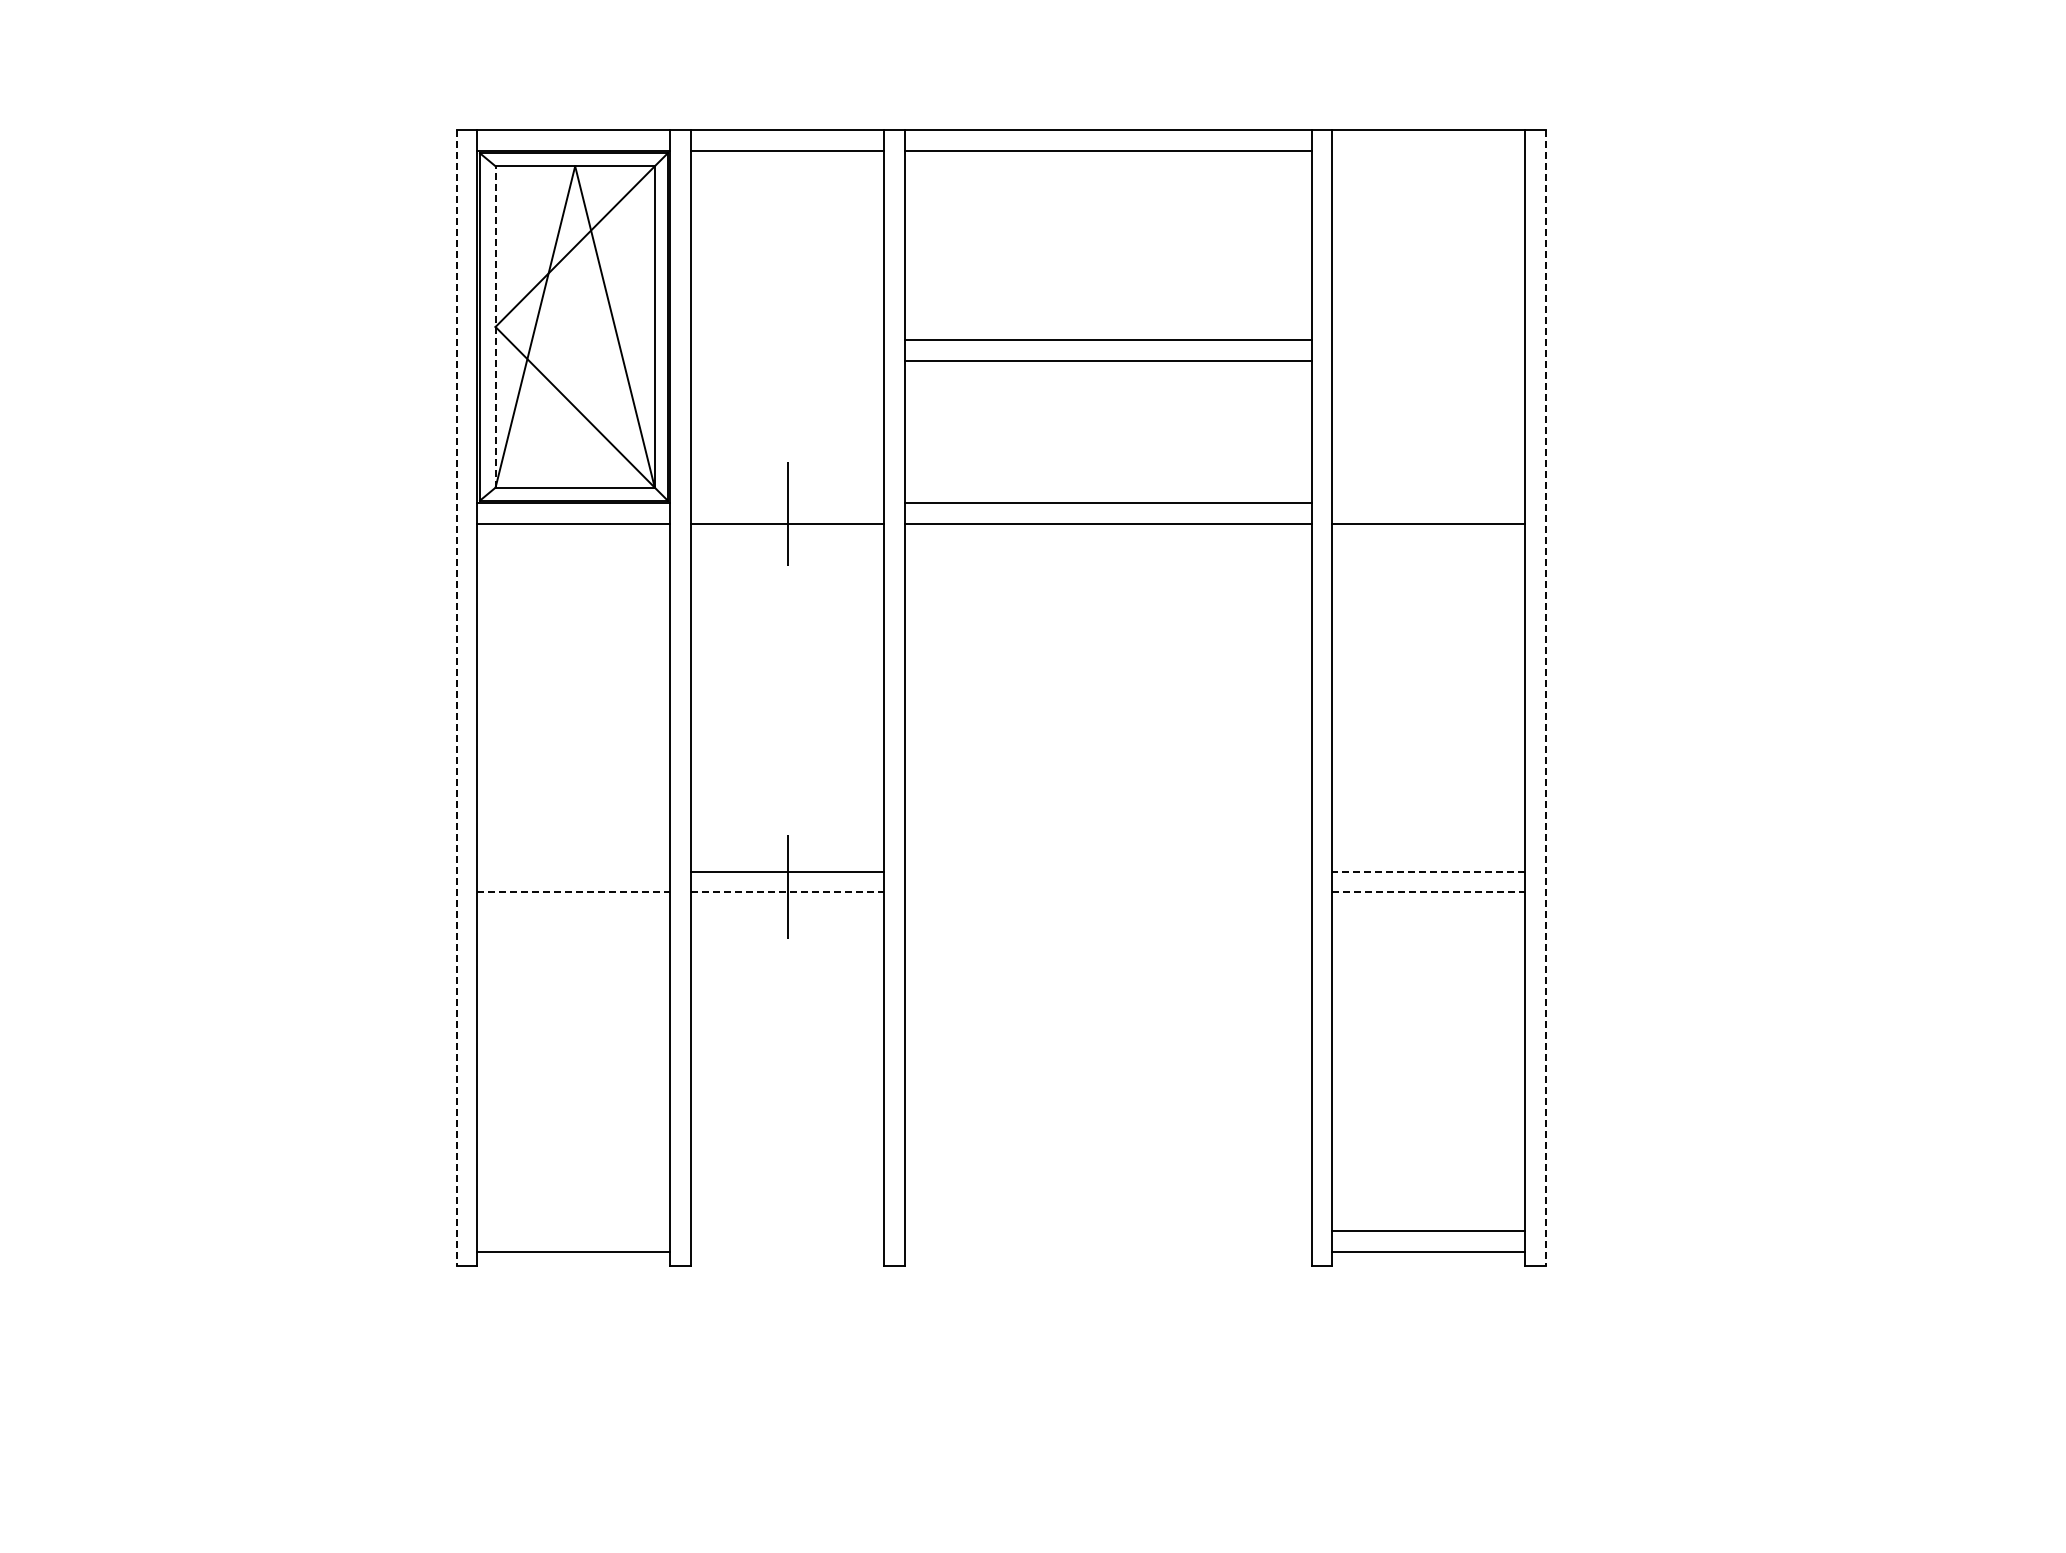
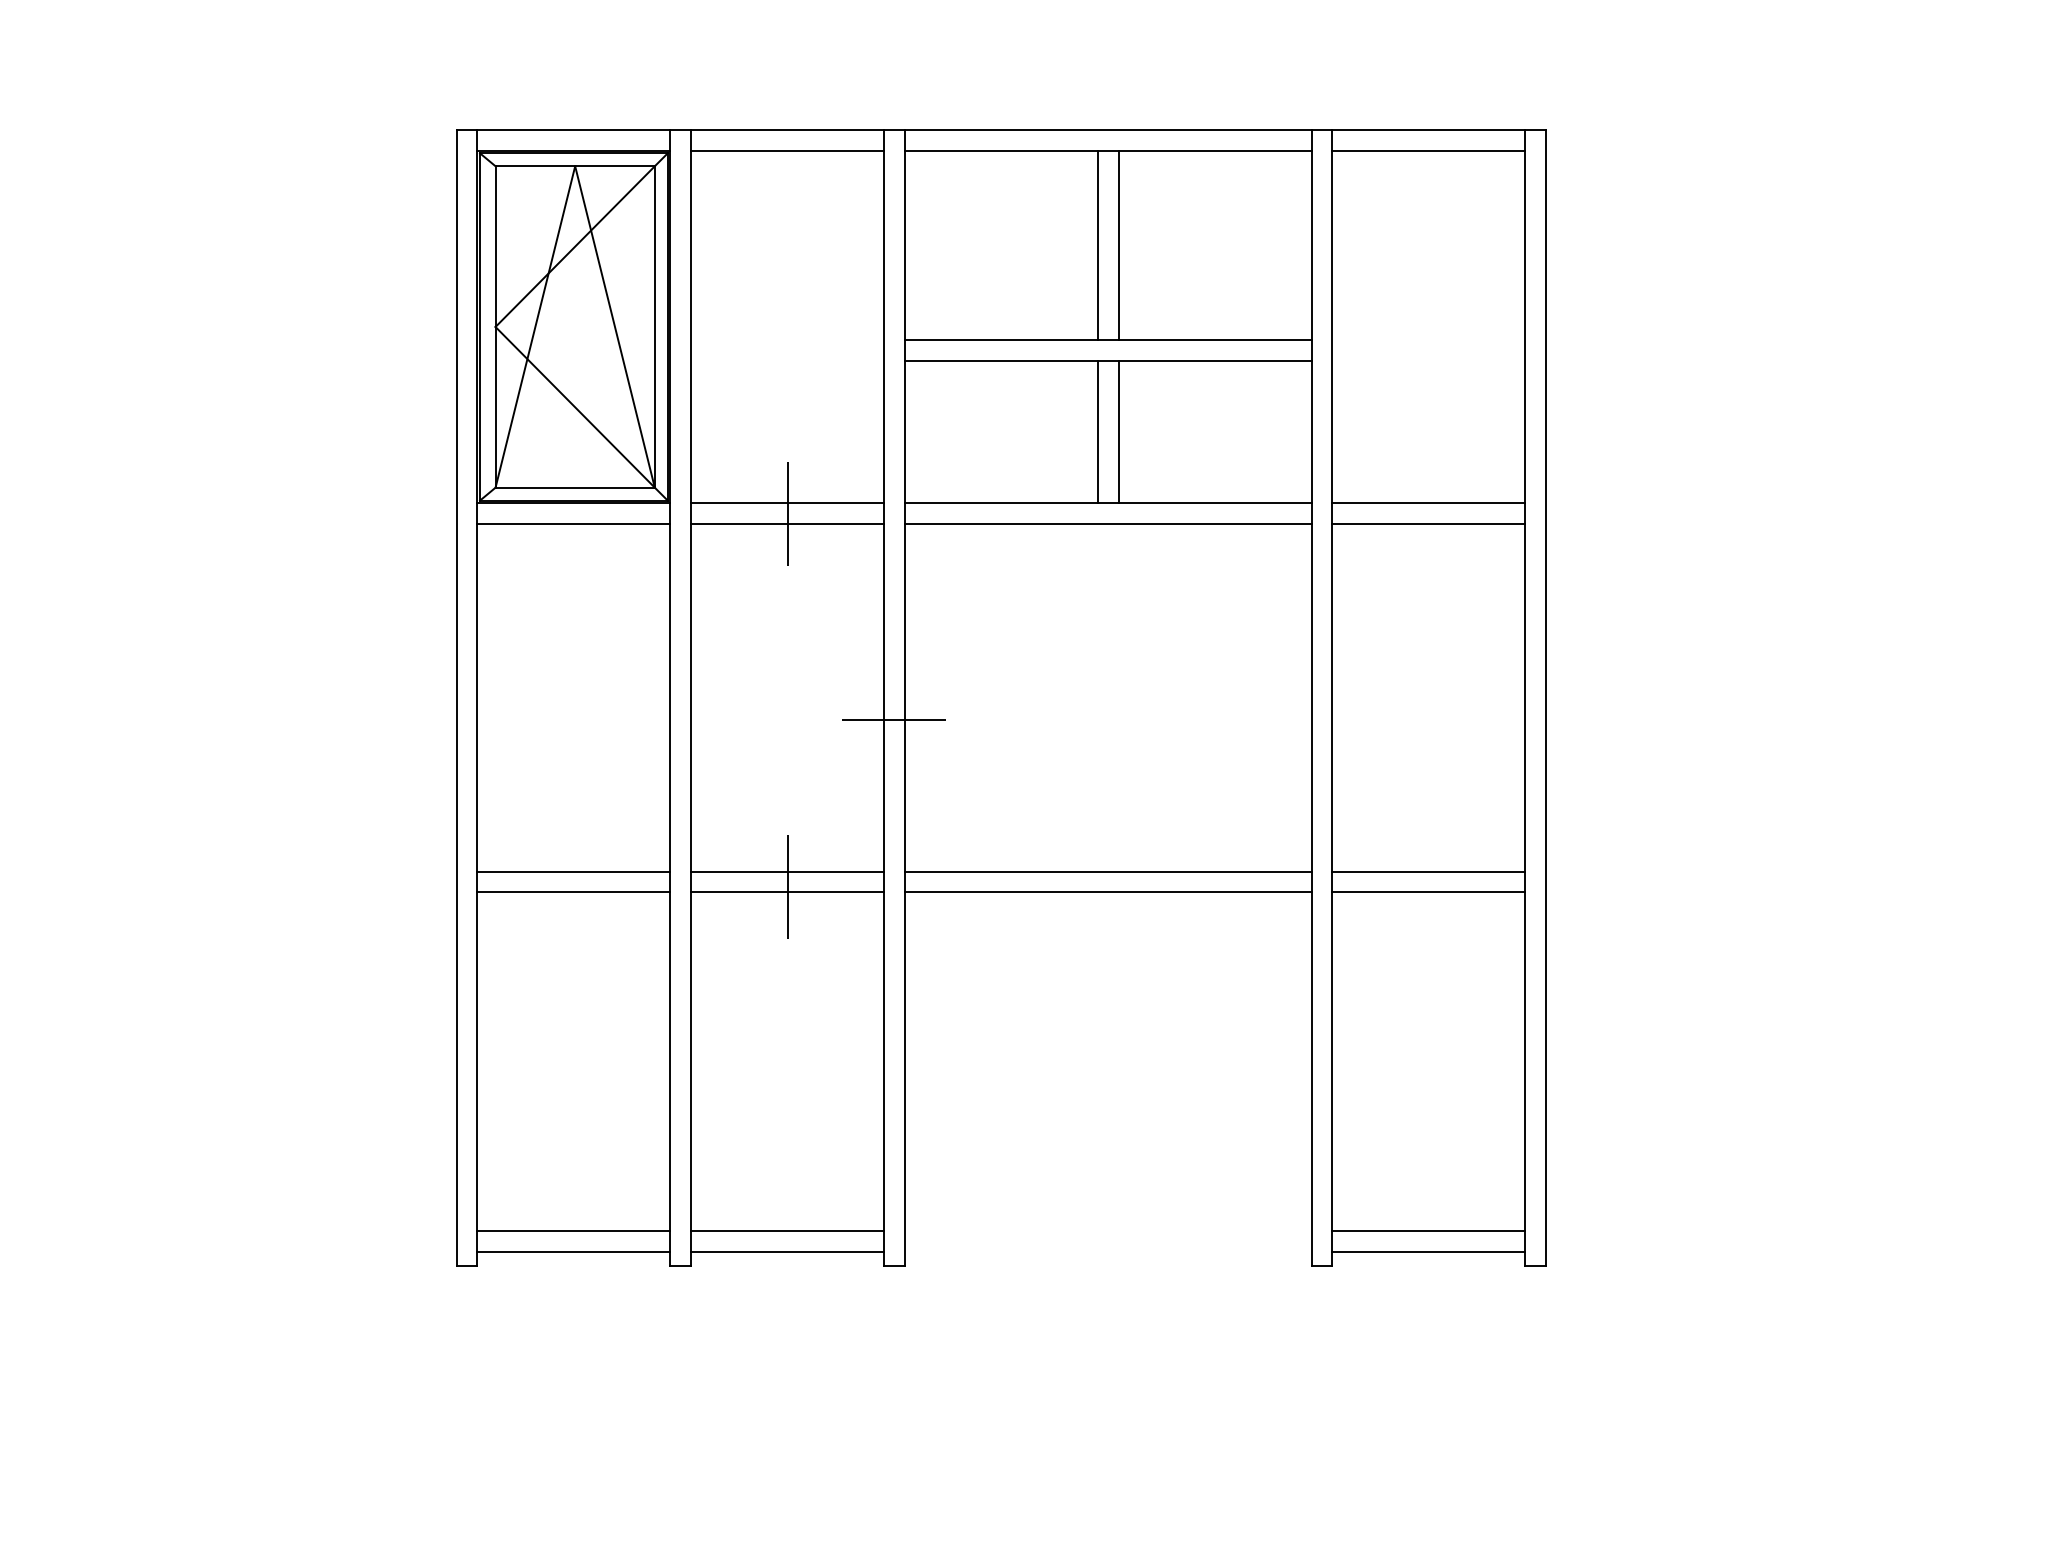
line at (1428, 150): none -> present
line at (1097, 245): none -> present
line at (1118, 245): none -> present
line at (495, 326): dashed -> solid
line at (1097, 431): none -> present
line at (1118, 431): none -> present
line at (787, 503): none -> present
line at (1428, 503): none -> present
line at (456, 697): dashed -> solid
line at (1546, 697): dashed -> solid
line at (893, 719): none -> present
line at (573, 871): none -> present
line at (1107, 871): none -> present
line at (1428, 871): dashed -> solid
line at (574, 892): dashed -> solid
line at (788, 892): dashed -> solid
line at (1107, 892): none -> present
line at (1429, 892): dashed -> solid
line at (573, 1231): none -> present
line at (787, 1231): none -> present
line at (787, 1252): none -> present
